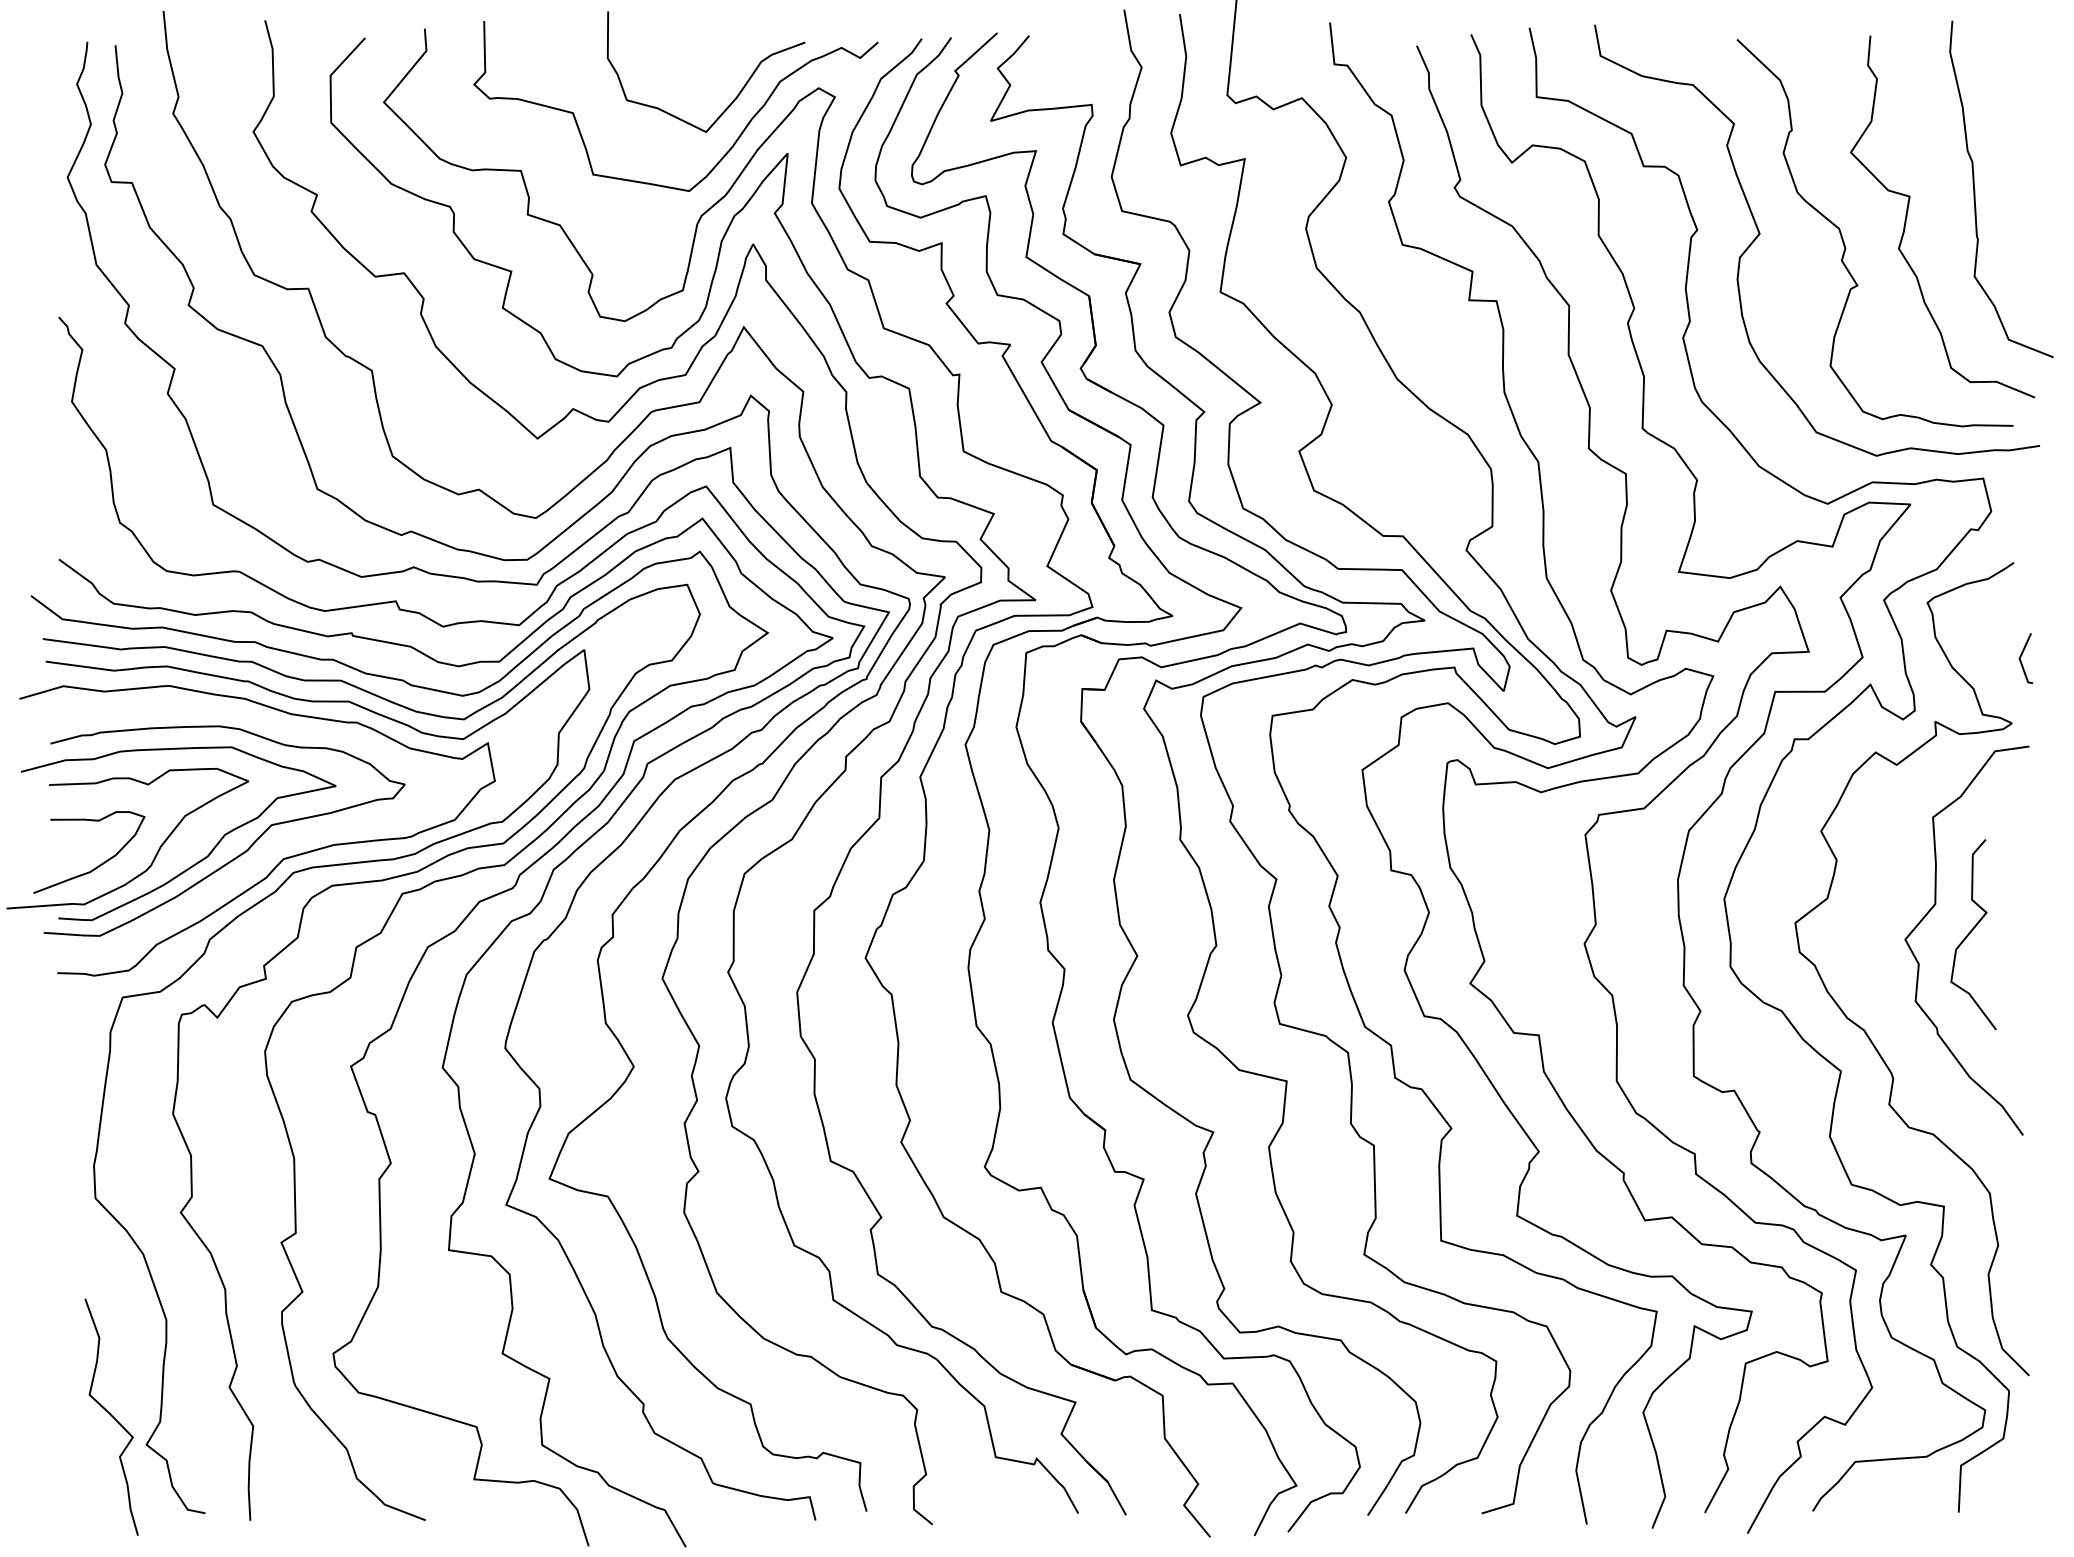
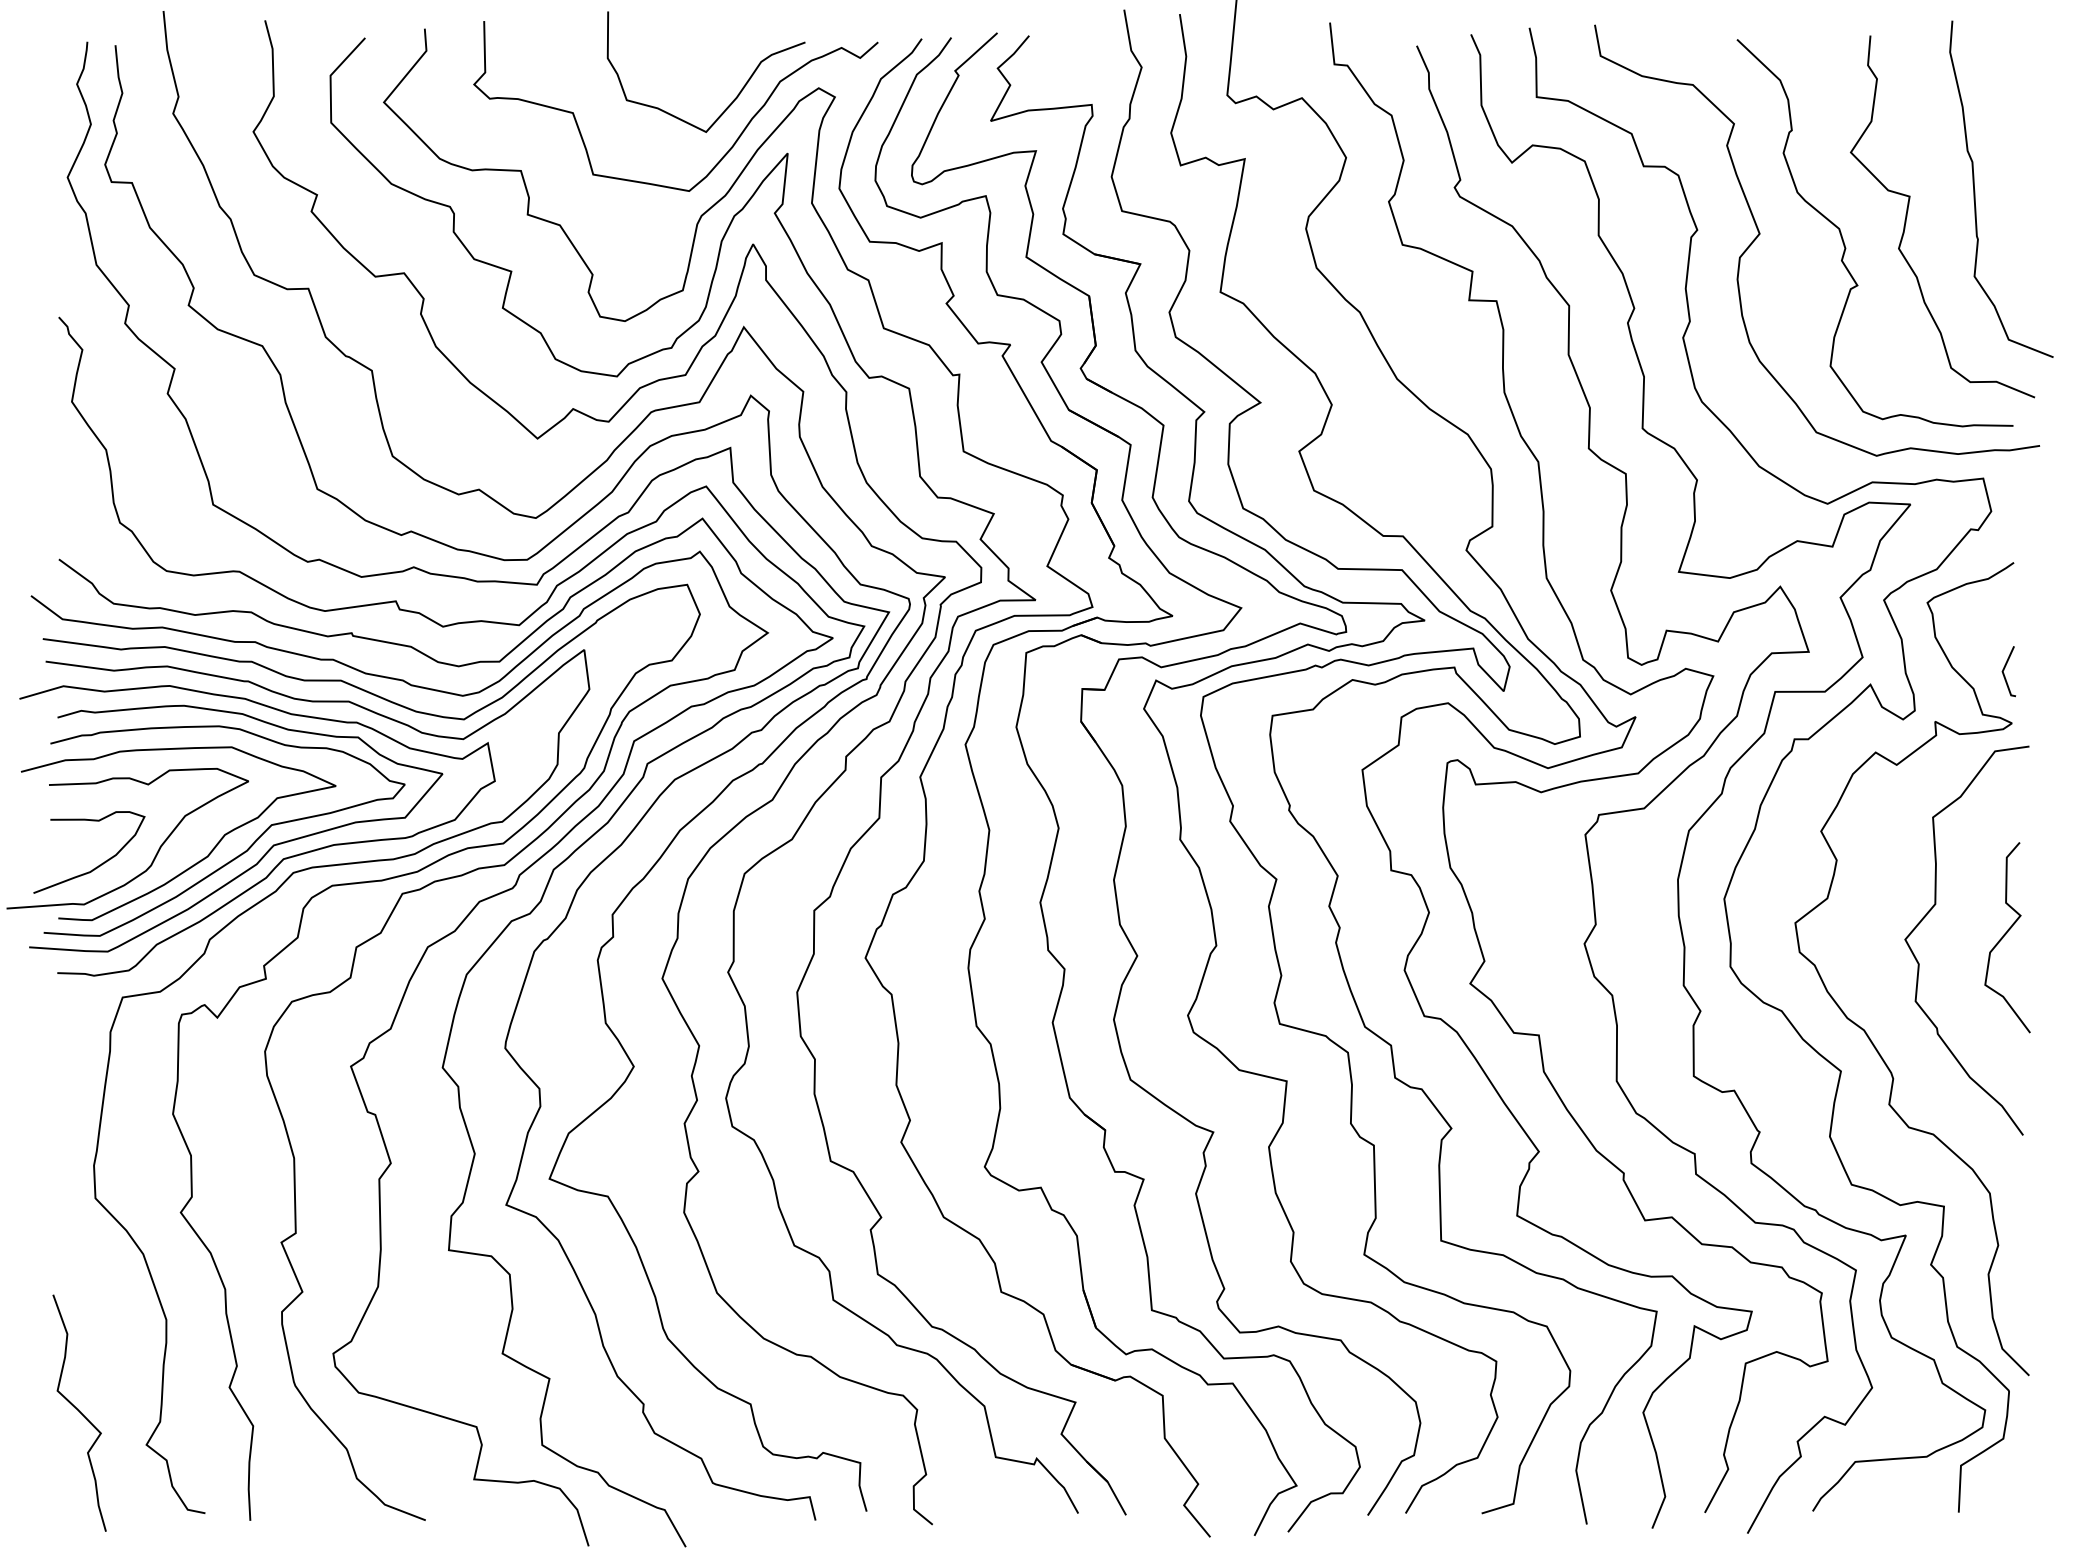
line at (2021, 657) position: (2021, 657) -> (2004, 670)
curve at (266, 851): none -> present
curve at (1971, 932) position: (1971, 932) -> (2005, 935)
curve at (111, 1416) position: (111, 1416) -> (79, 1412)
